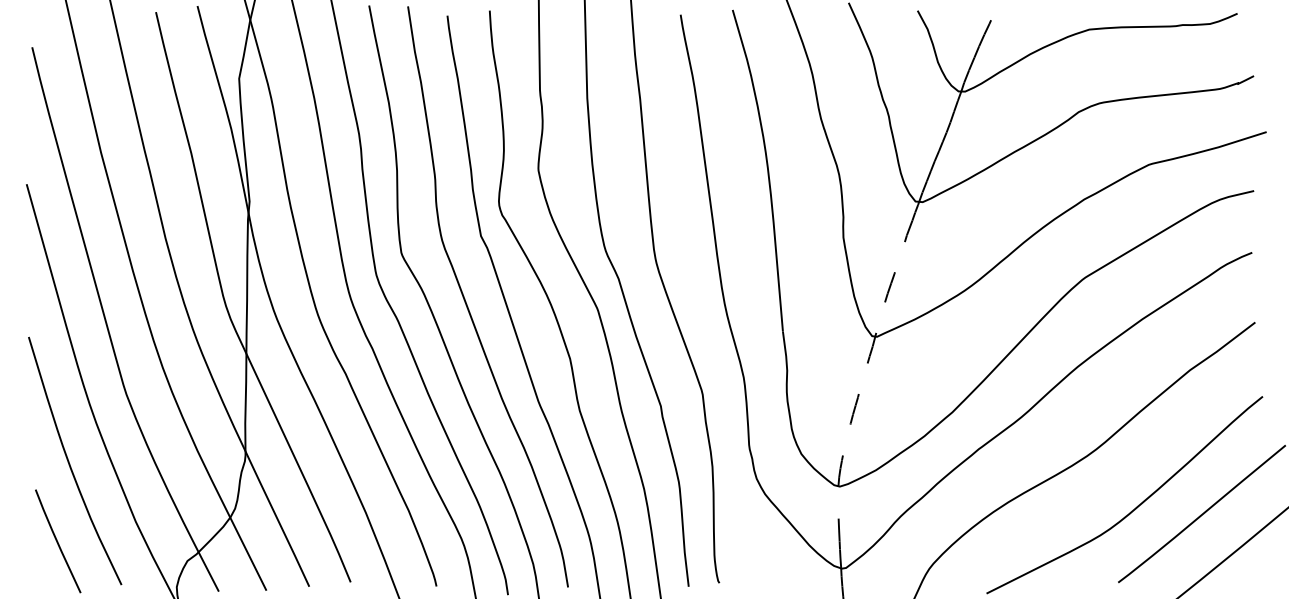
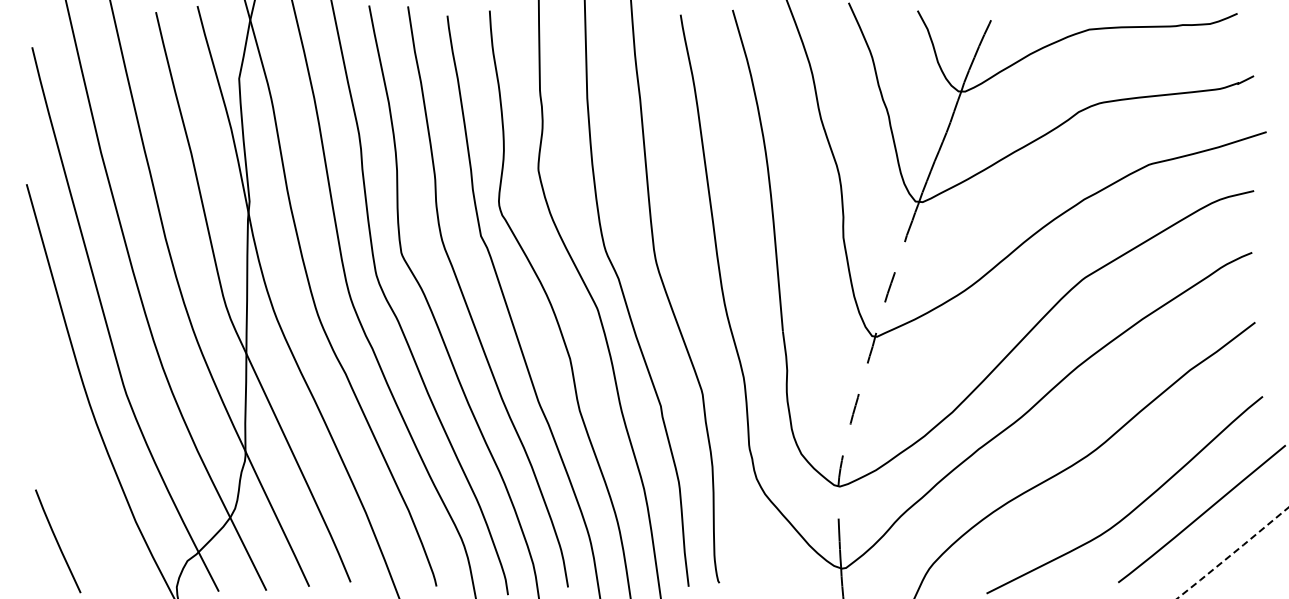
curve at (70, 463): present -> none
line at (1233, 553): solid -> dashed
